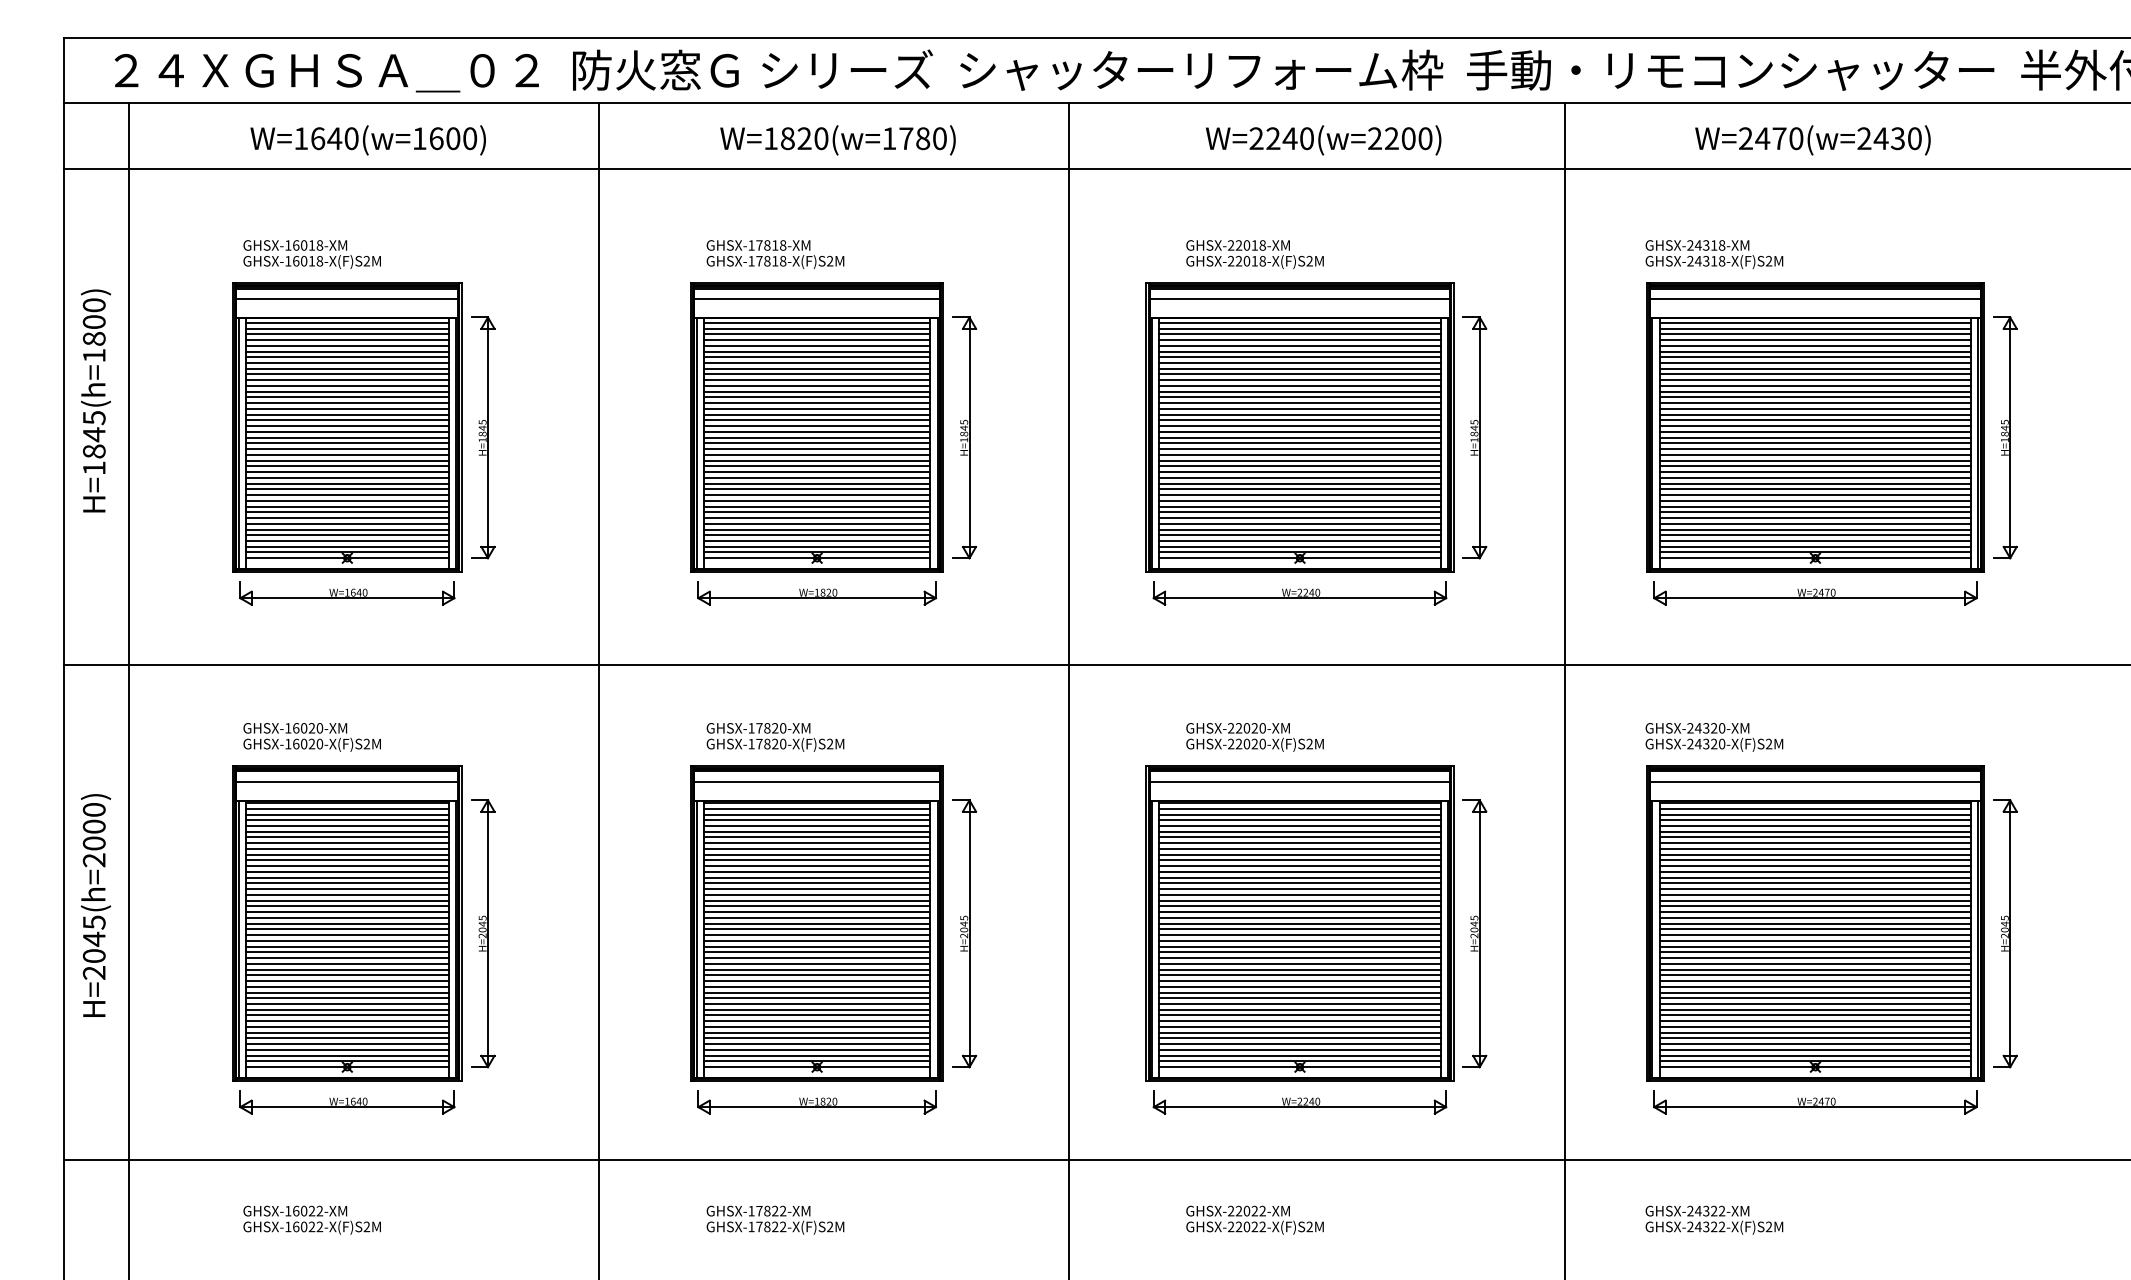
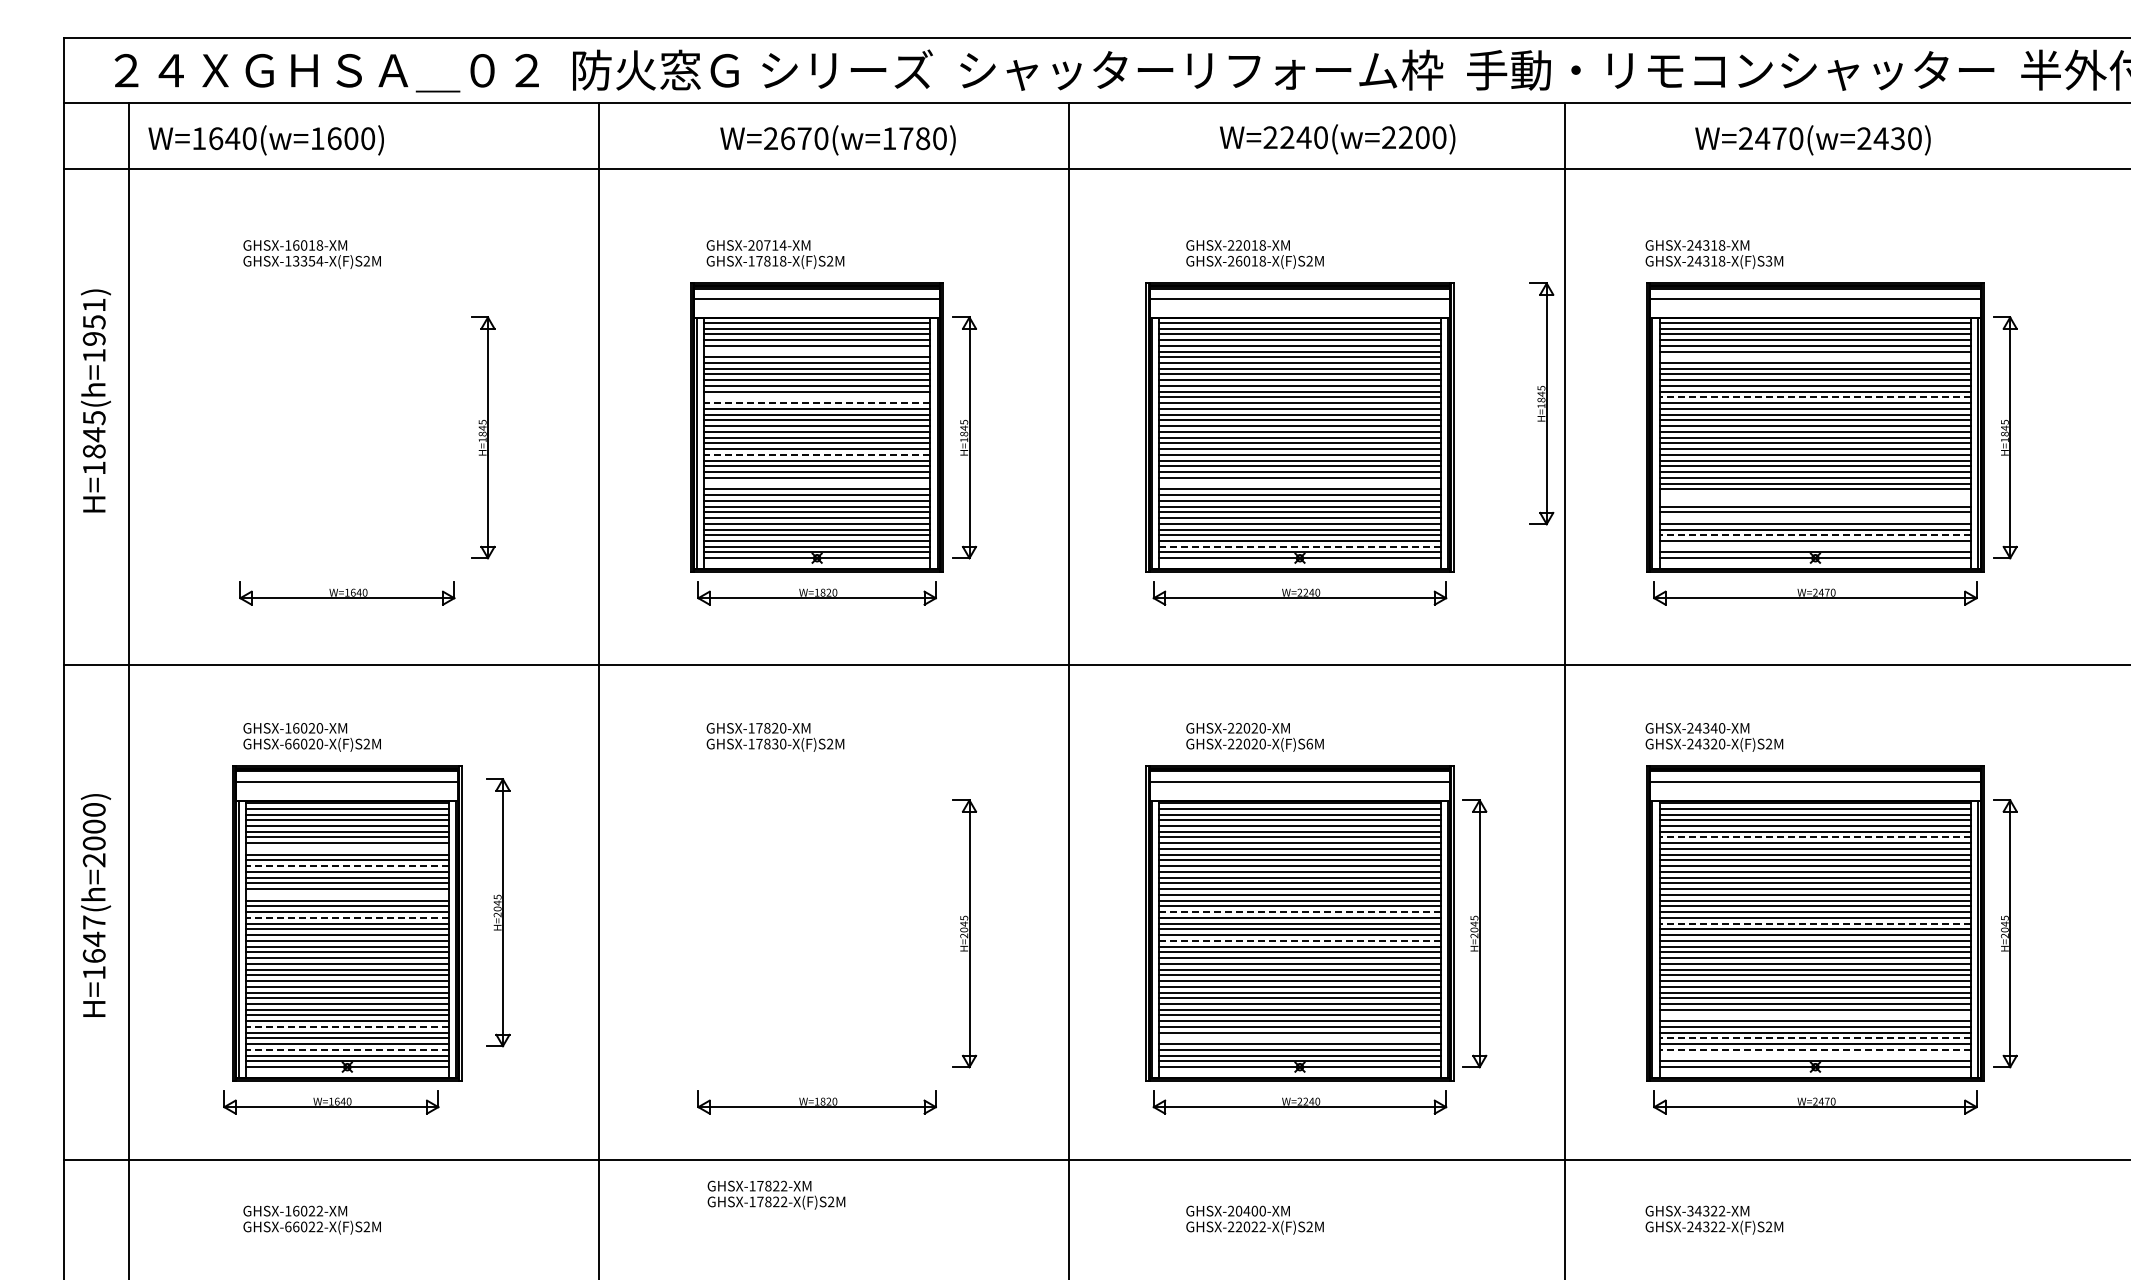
text at (787, 138): W=1820(w=1780) -> W=2670(w=1780)
text at (367, 140) position: (367, 140) -> (265, 140)
text at (1323, 140) position: (1323, 140) -> (1337, 139)
text at (767, 245): GHSX-17818-XM -> GHSX-20714-XM
text at (1238, 260): GHSX-22018-X(F)S2M -> GHSX-26018-X(F)S2M
text at (308, 261): GHSX-16018-X(F)S2M -> GHSX-13354-X(F)S2M
text at (1769, 261): GHSX-24318-X(F)S2M -> GHSX-24318-X(F)S3M
text at (93, 321): H=1845(h=1800) -> H=1845(h=1951)
line at (816, 351): present -> none
line at (1815, 357): present -> none
line at (816, 397): present -> none
line at (1815, 397): solid -> dashed
line at (816, 403): solid -> dashed
part at (347, 427): present -> none
part at (1474, 437) position: (1474, 437) -> (1541, 403)
line at (816, 454): solid -> dashed
line at (816, 483): present -> none
line at (1299, 483): present -> none
line at (1815, 495): present -> none
line at (1815, 500): present -> none
line at (1815, 518): present -> none
line at (1815, 535): solid -> dashed
line at (1299, 546): solid -> dashed
line at (1815, 546): present -> none
text at (1713, 728): GHSX-24320-XM -> GHSX-24340-XM
text at (288, 743): GHSX-16020-X(F)S2M -> GHSX-66020-X(F)S2M
text at (1309, 743): GHSX-22020-X(F)S2M -> GHSX-22020-X(F)S6M
text at (775, 744): GHSX-17820-X(F)S2M -> GHSX-17830-X(F)S2M
line at (1815, 837): solid -> dashed
line at (346, 848): present -> none
line at (347, 866): solid -> dashed
line at (346, 894): present -> none
line at (1299, 912): solid -> dashed
line at (347, 917): solid -> dashed
part at (816, 923): present -> none
line at (1815, 923): solid -> dashed
part at (483, 933) position: (483, 933) -> (498, 912)
line at (1299, 940): solid -> dashed
text at (93, 947): H=2045(h=2000) -> H=1647(h=2000)
line at (1815, 1015): present -> none
line at (347, 1026): solid -> dashed
line at (1299, 1038): present -> none
line at (1815, 1038): solid -> dashed
line at (347, 1049): solid -> dashed
line at (1815, 1049): solid -> dashed
line at (1815, 1055): present -> none
part at (347, 1102) position: (347, 1102) -> (331, 1102)
text at (1250, 1210): GHSX-22022-XM -> GHSX-20400-XM
text at (1690, 1211): GHSX-24322-XM -> GHSX-34322-XM
text at (775, 1219) position: (775, 1219) -> (776, 1194)
text at (288, 1226): GHSX-16022-X(F)S2M -> GHSX-66022-X(F)S2M
